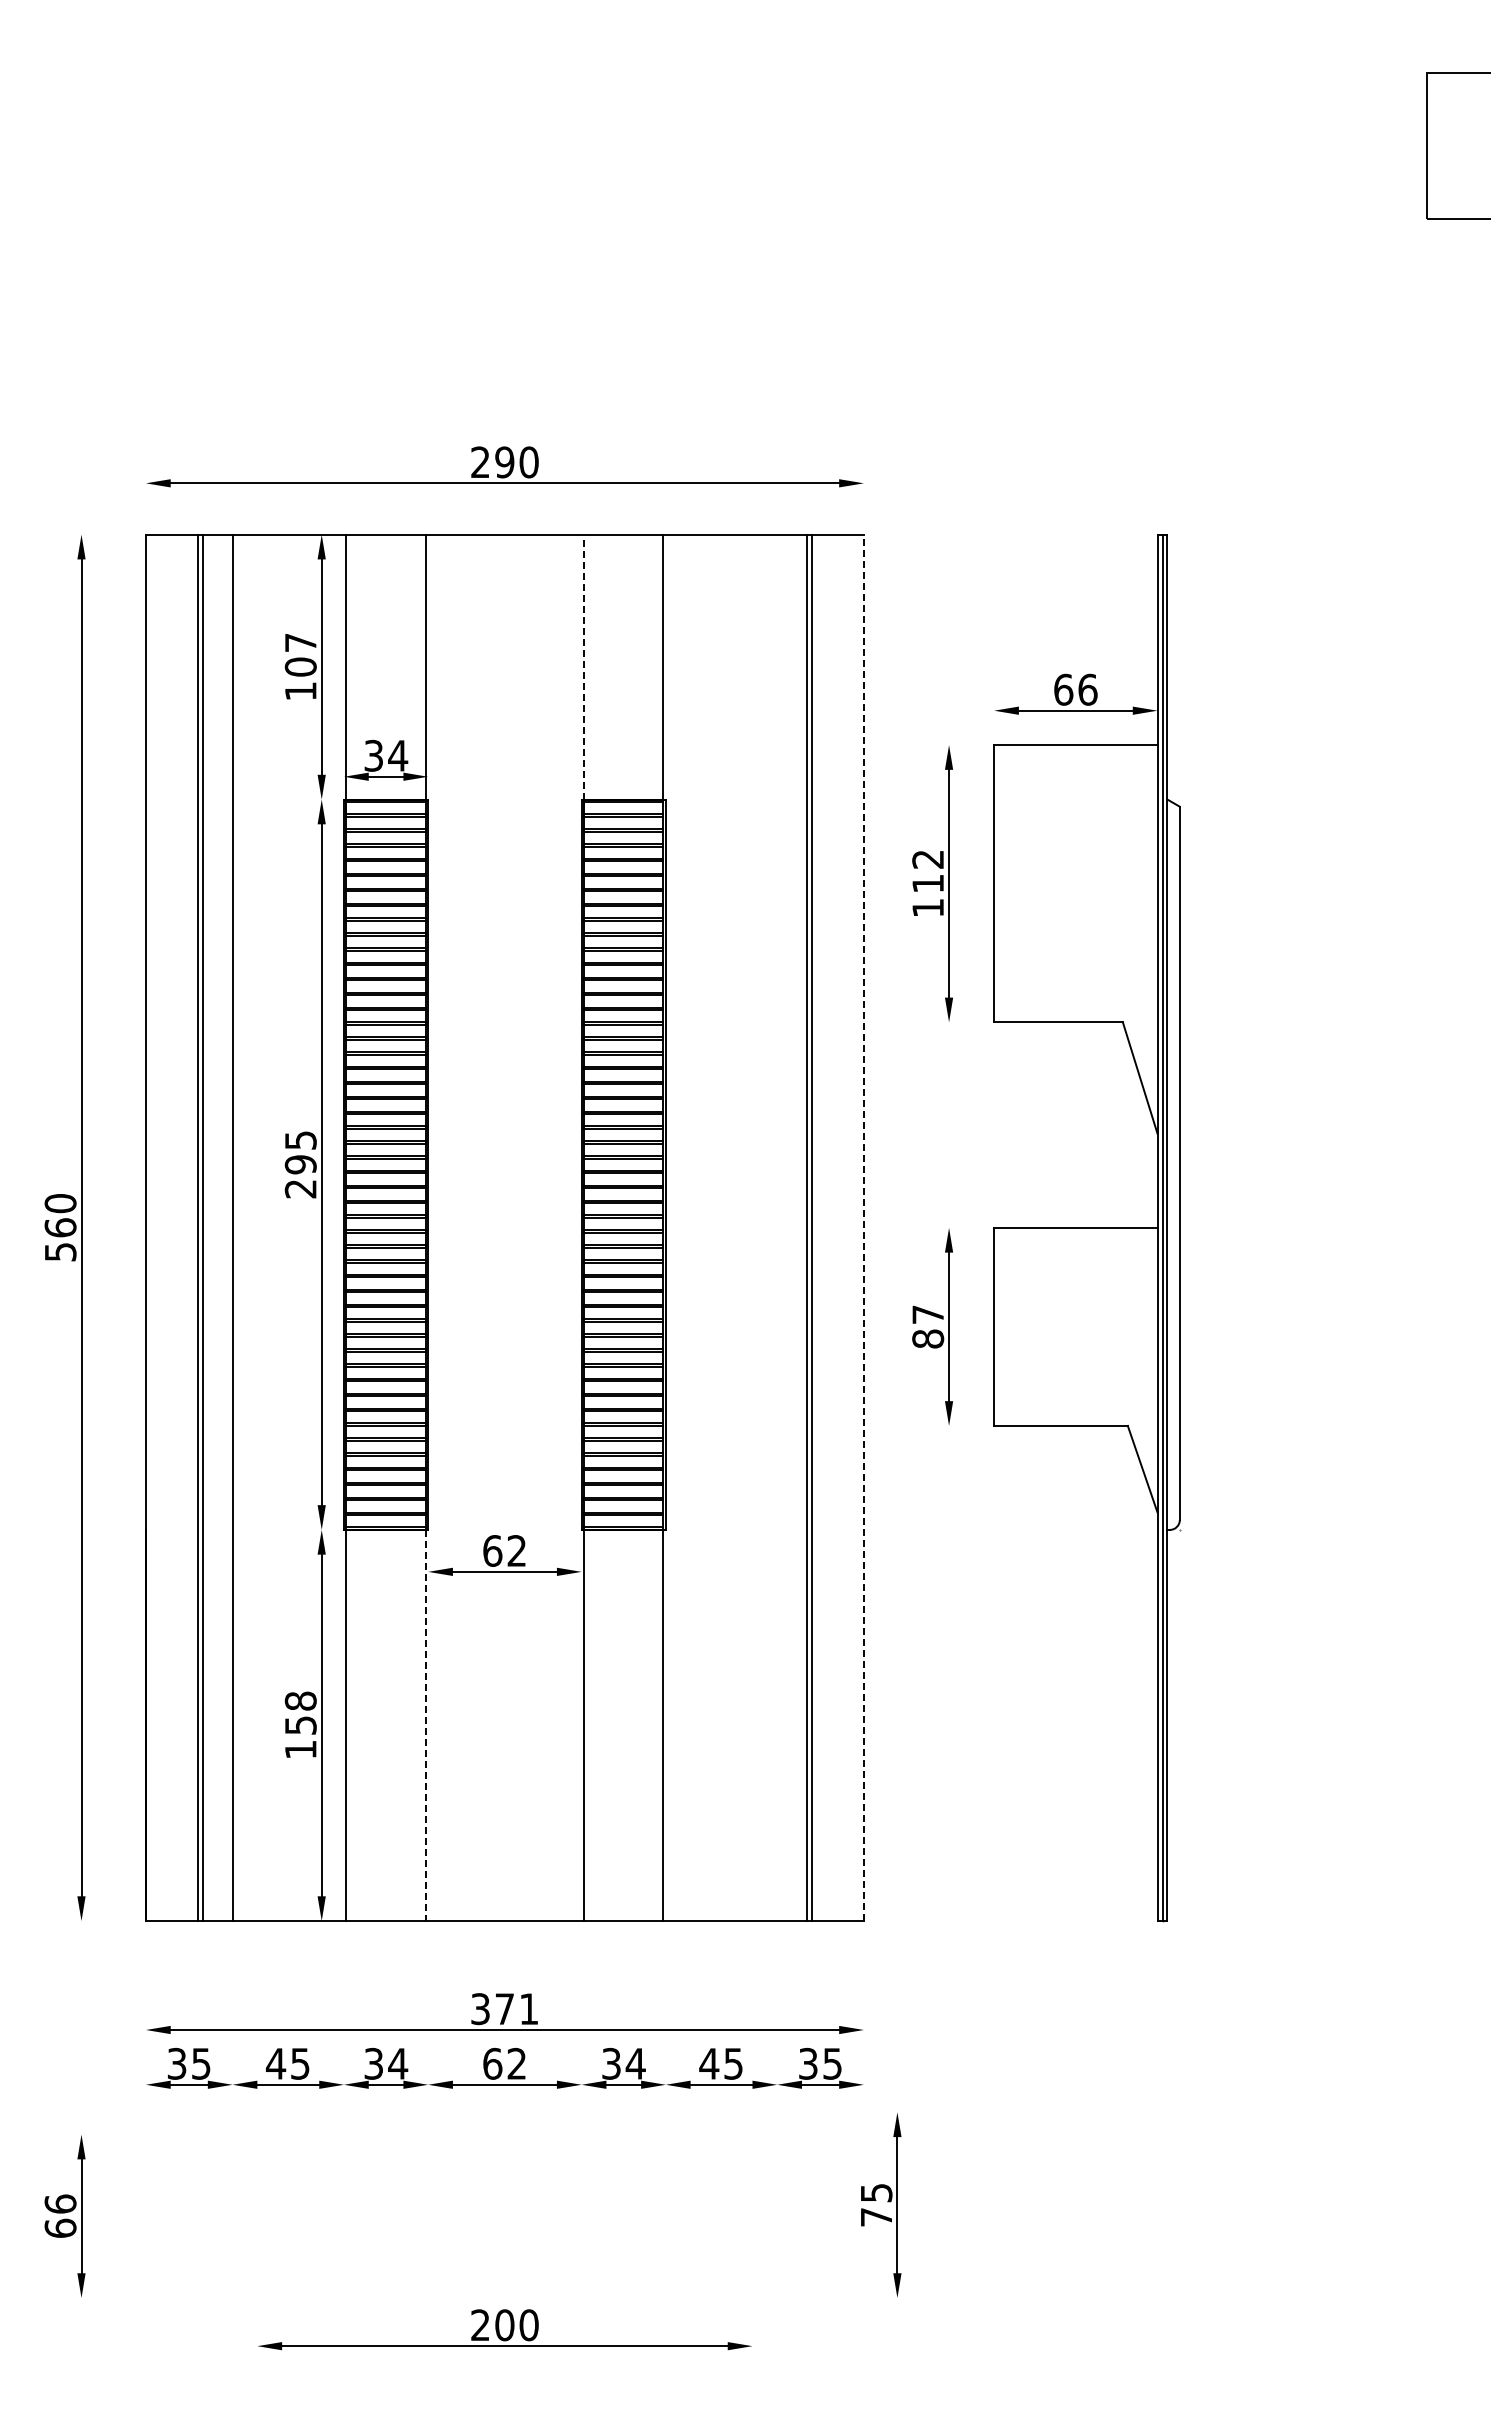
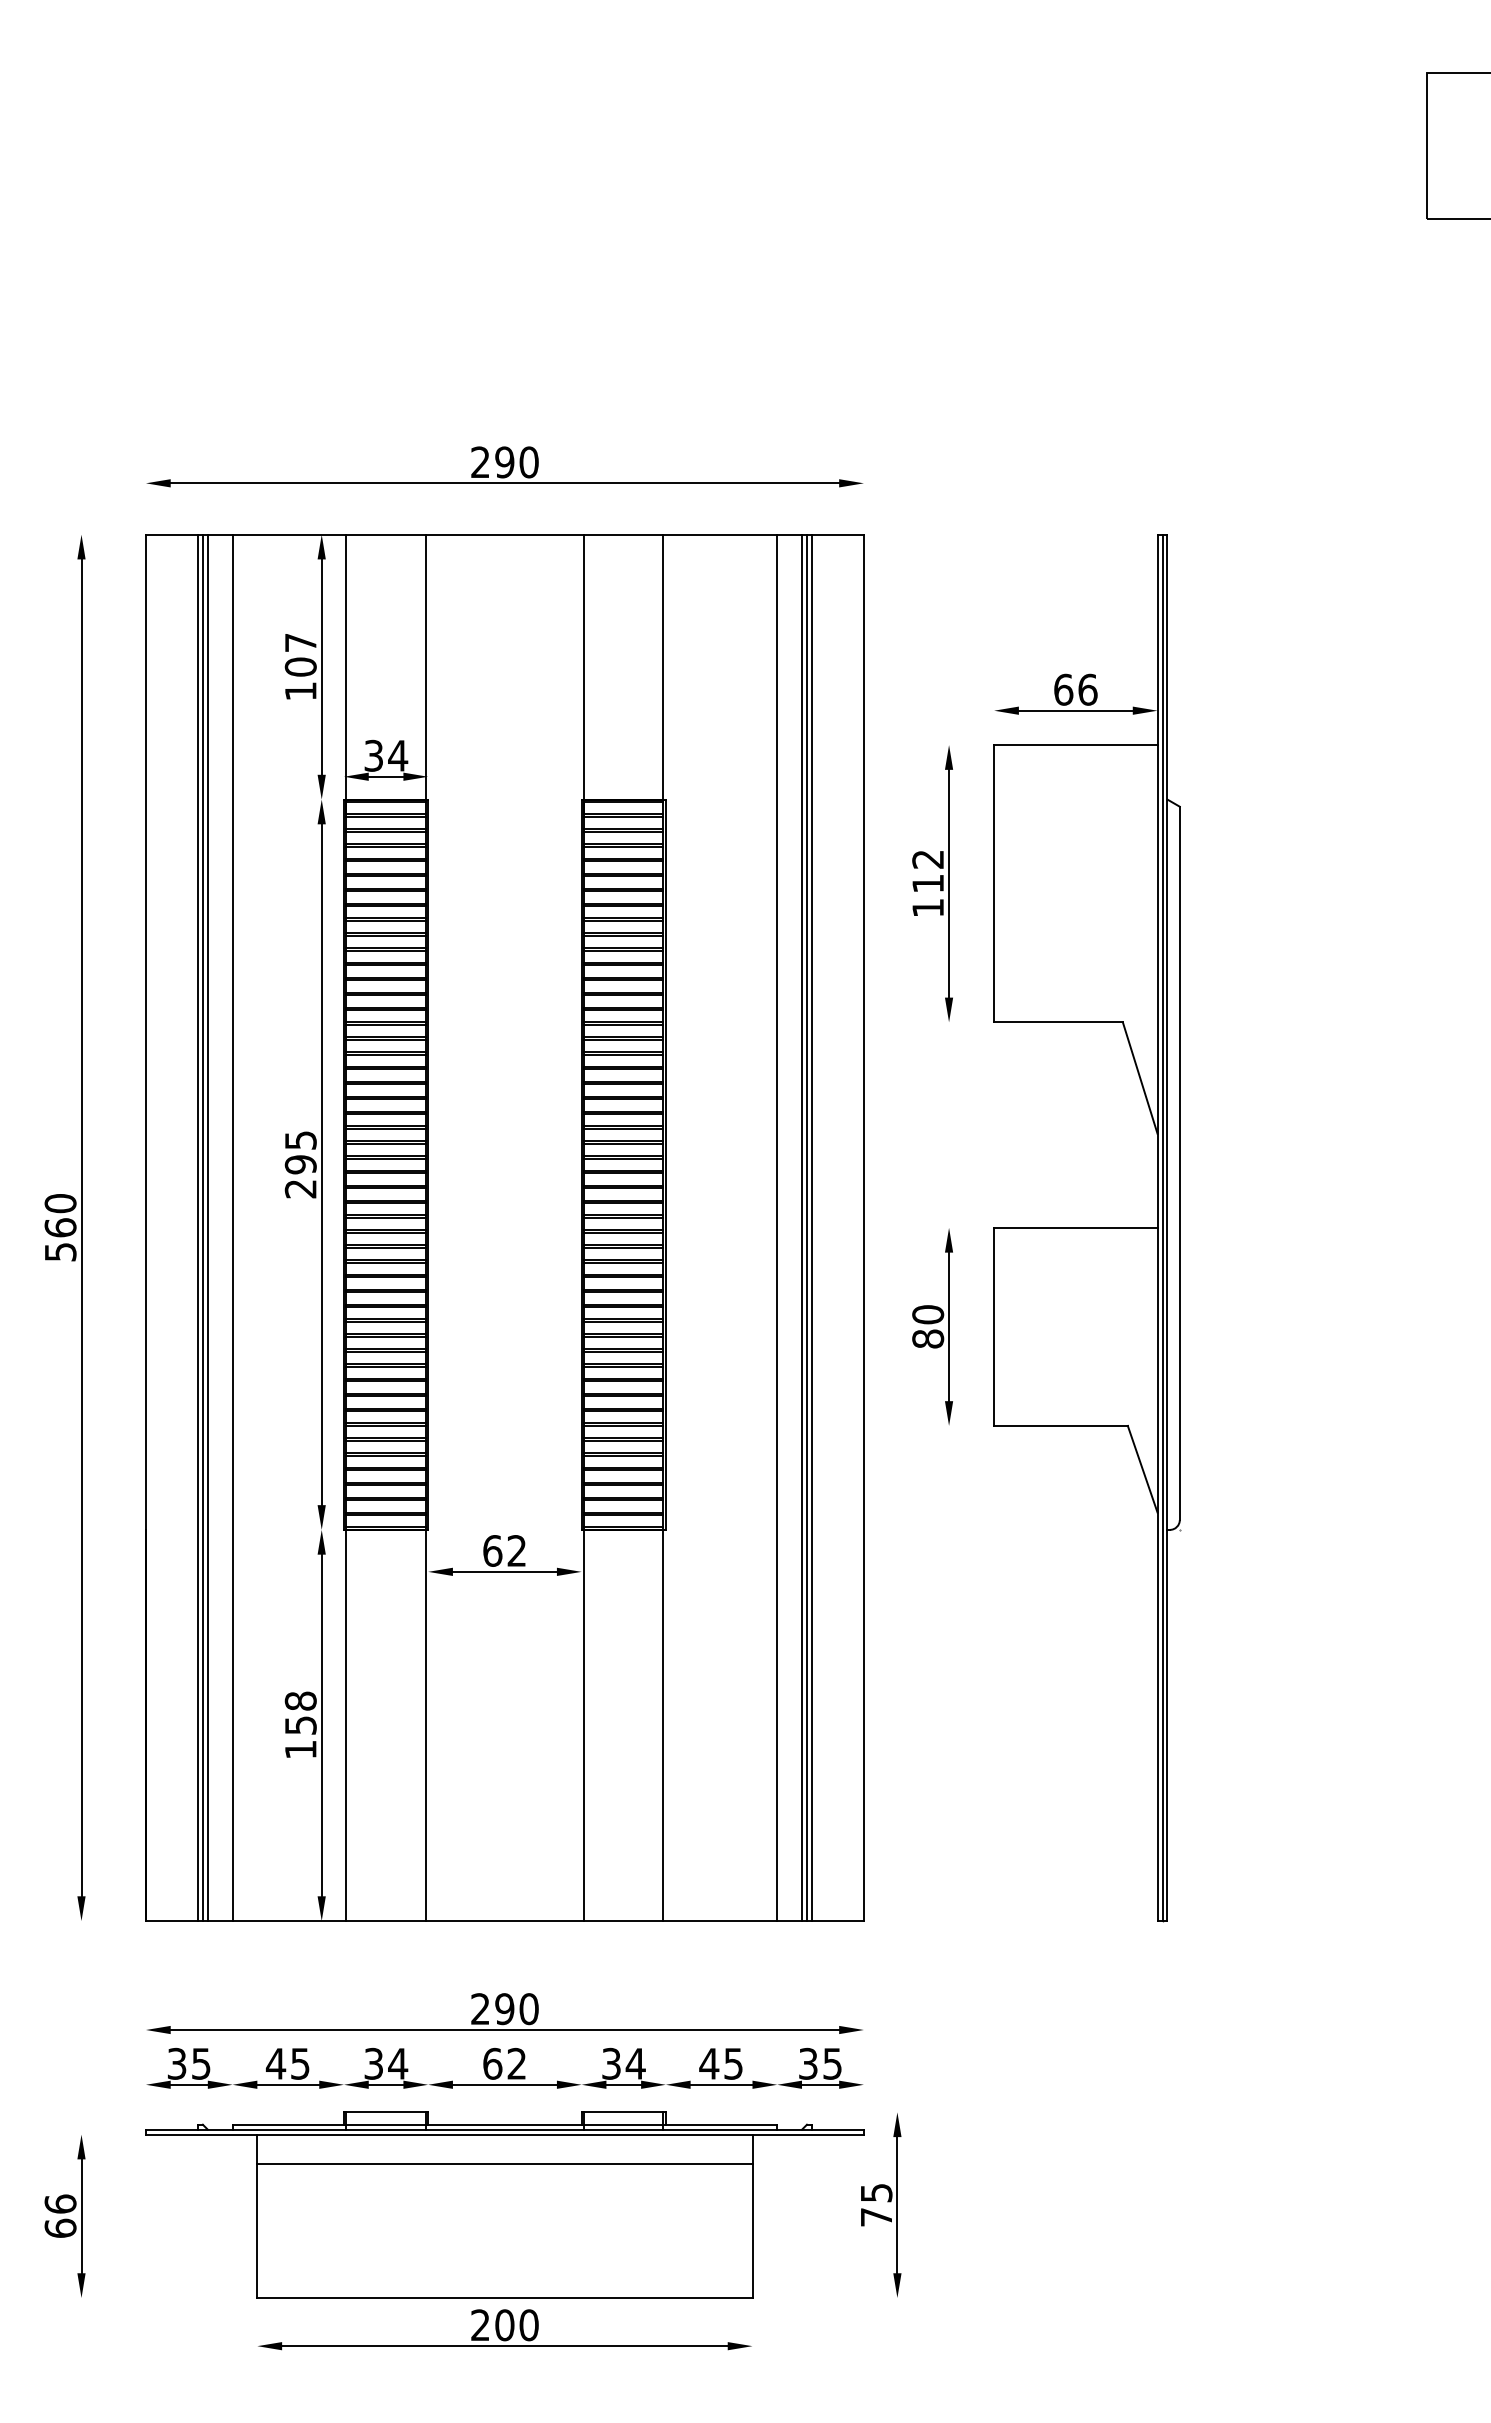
line at (584, 666): dashed -> solid
line at (207, 1227): none -> present
line at (777, 1227): none -> present
line at (802, 1227): none -> present
line at (863, 1227): dashed -> solid
text at (928, 1314): 87 -> 80
line at (425, 1725): dashed -> solid
text at (504, 2009): 371 -> 290
part at (504, 2204): none -> present
